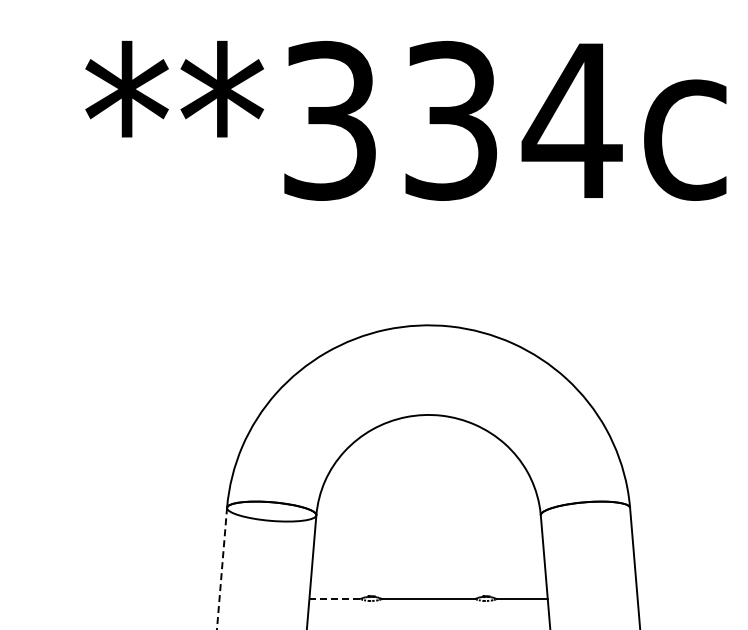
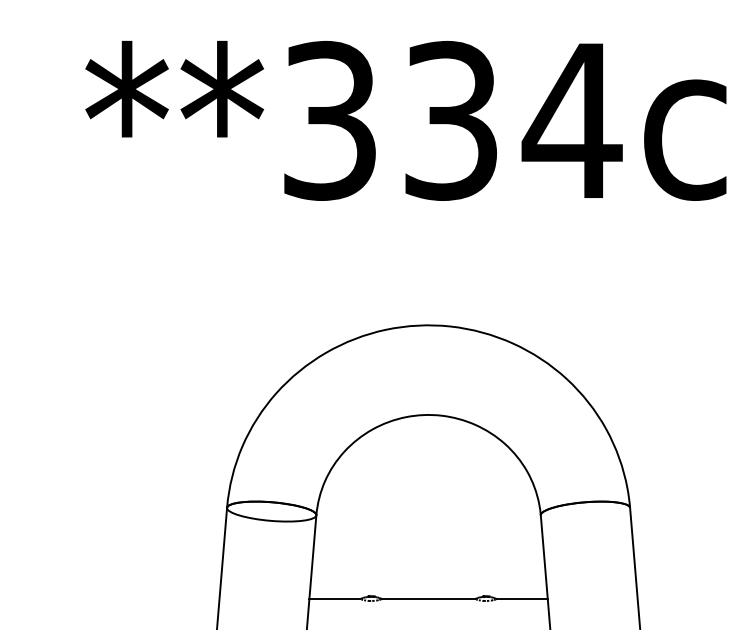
line at (222, 568): dashed -> solid
line at (334, 599): dashed -> solid
